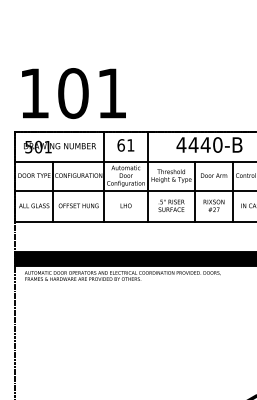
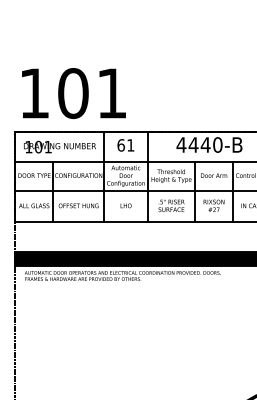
text at (28, 147): 501 -> 101
